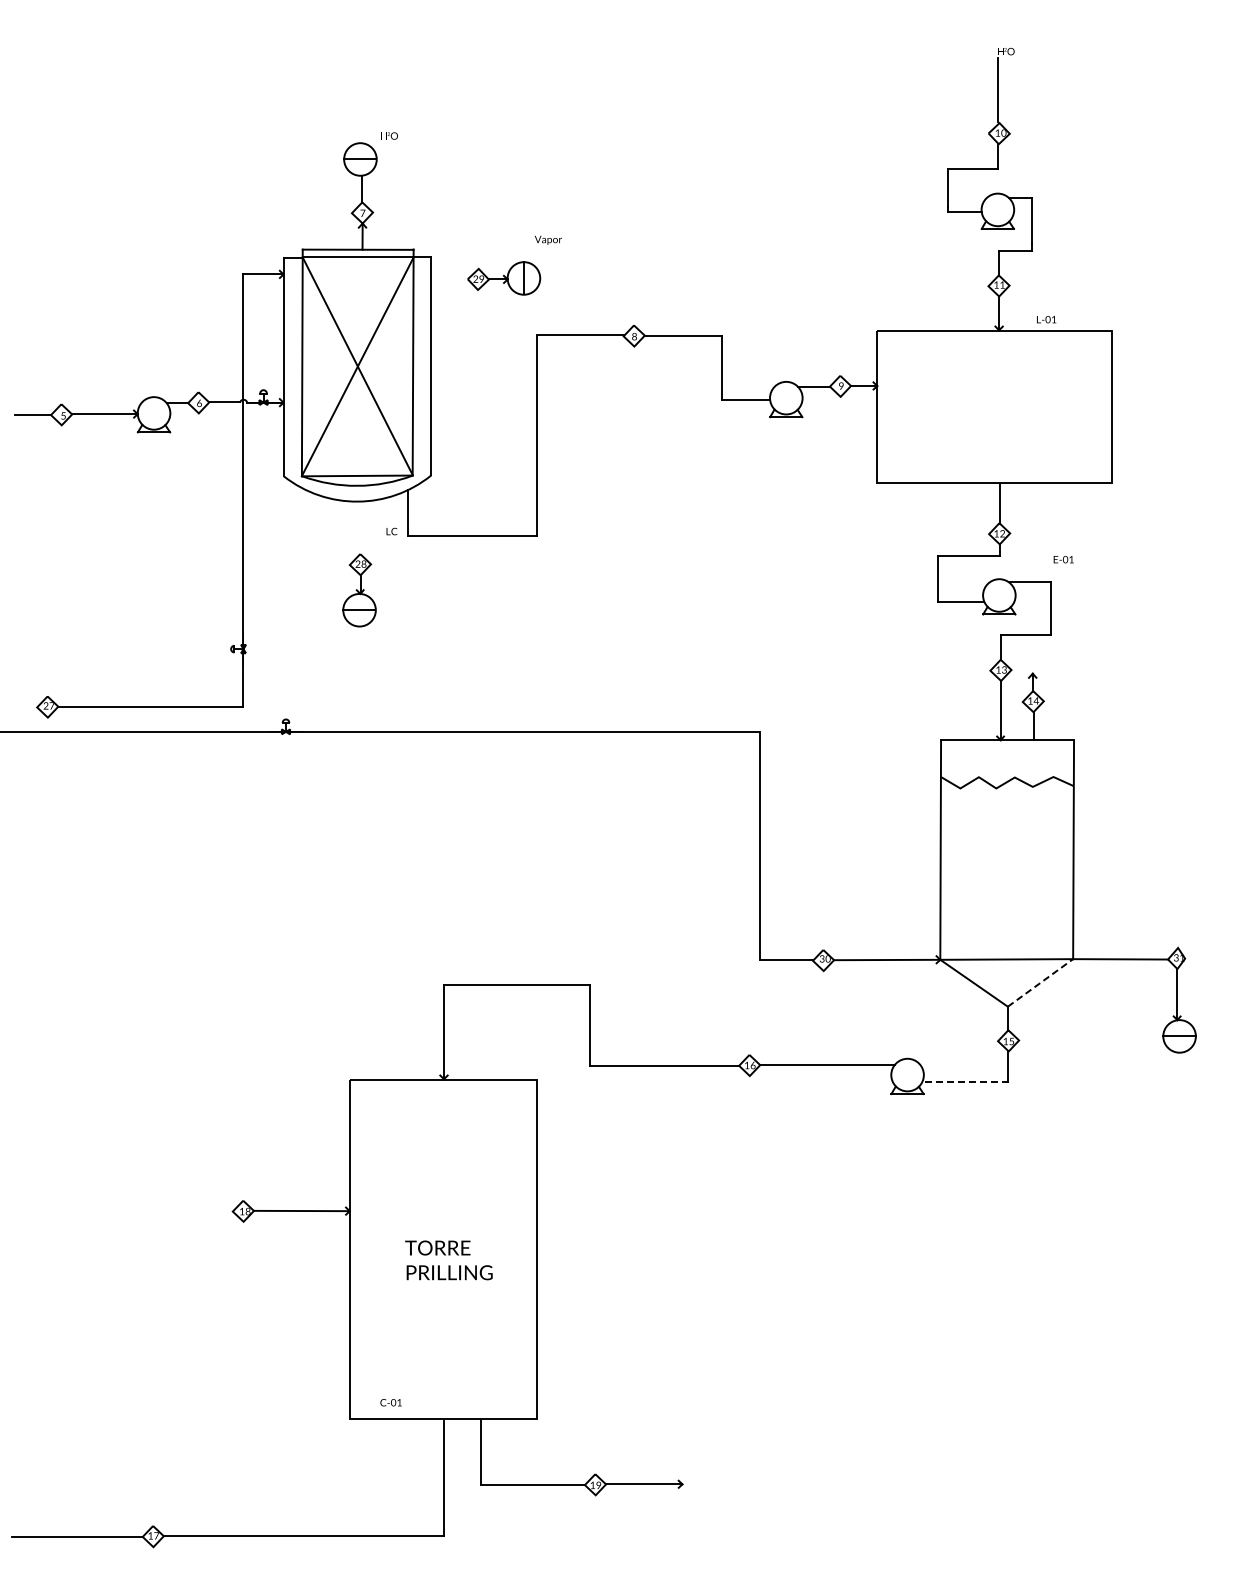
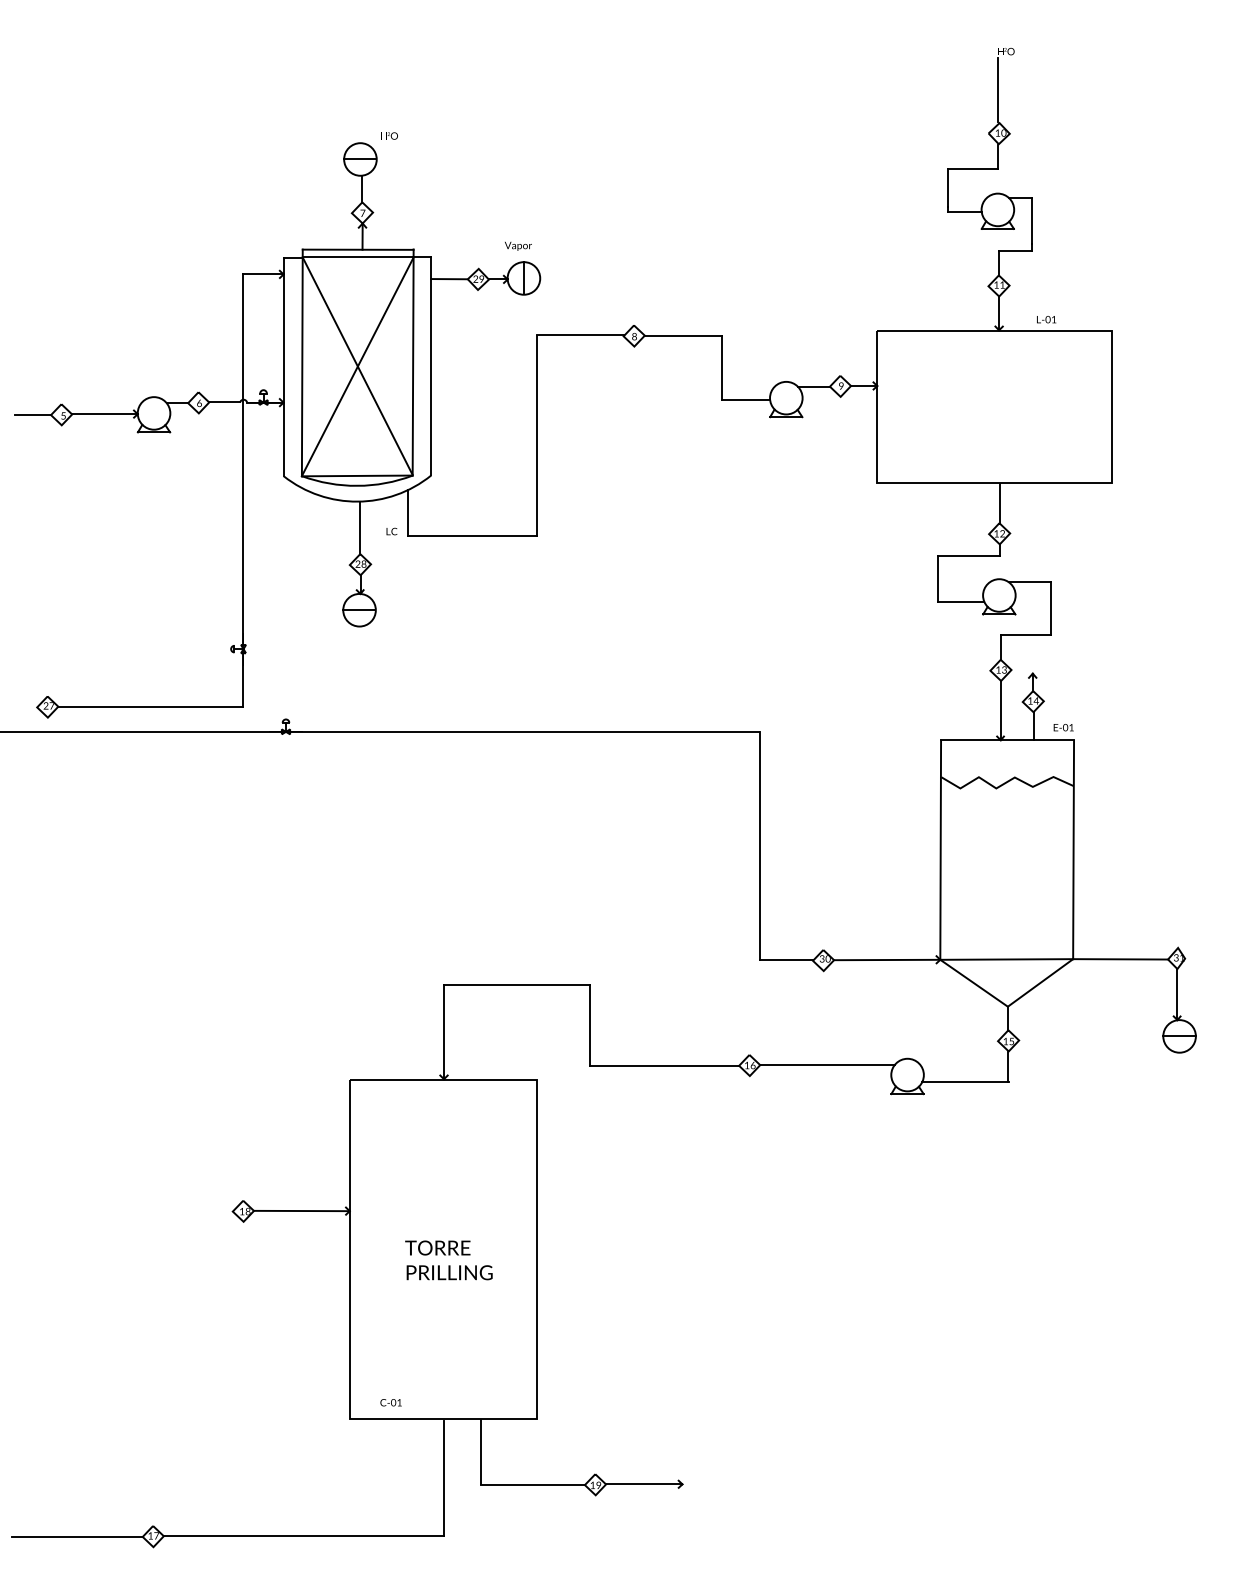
text at (548, 239) position: (548, 239) -> (518, 245)
line at (449, 279): none -> present
line at (360, 528): none -> present
text at (1063, 559) position: (1063, 559) -> (1063, 727)
line at (1040, 982): dashed -> solid
line at (965, 1082): dashed -> solid
